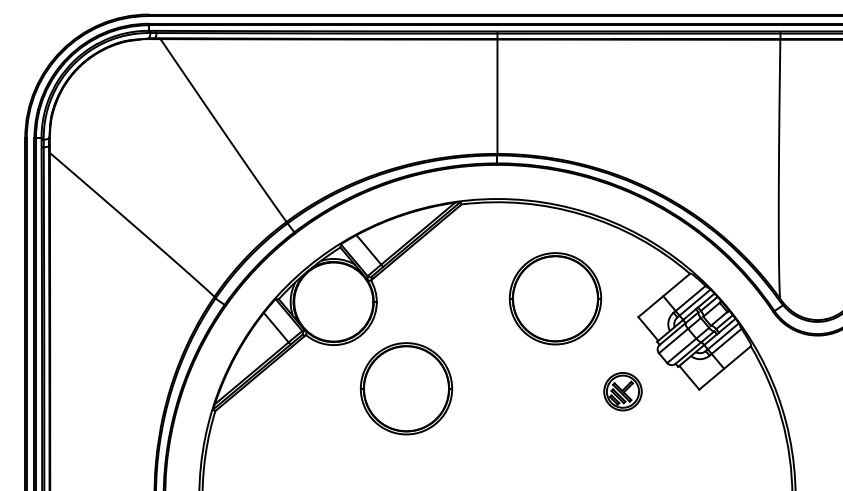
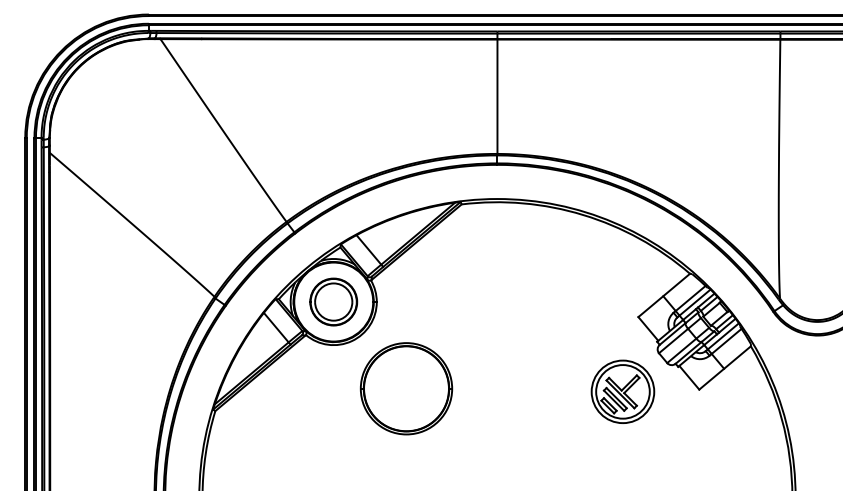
part at (555, 298): present -> none
part at (333, 301): none -> present
part at (622, 391) size: 40x40 px -> 66x65 px
